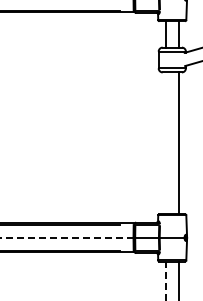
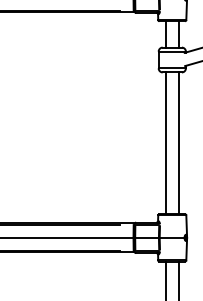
line at (165, 143): none -> present
line at (66, 237): dashed -> solid
line at (165, 280): dashed -> solid
